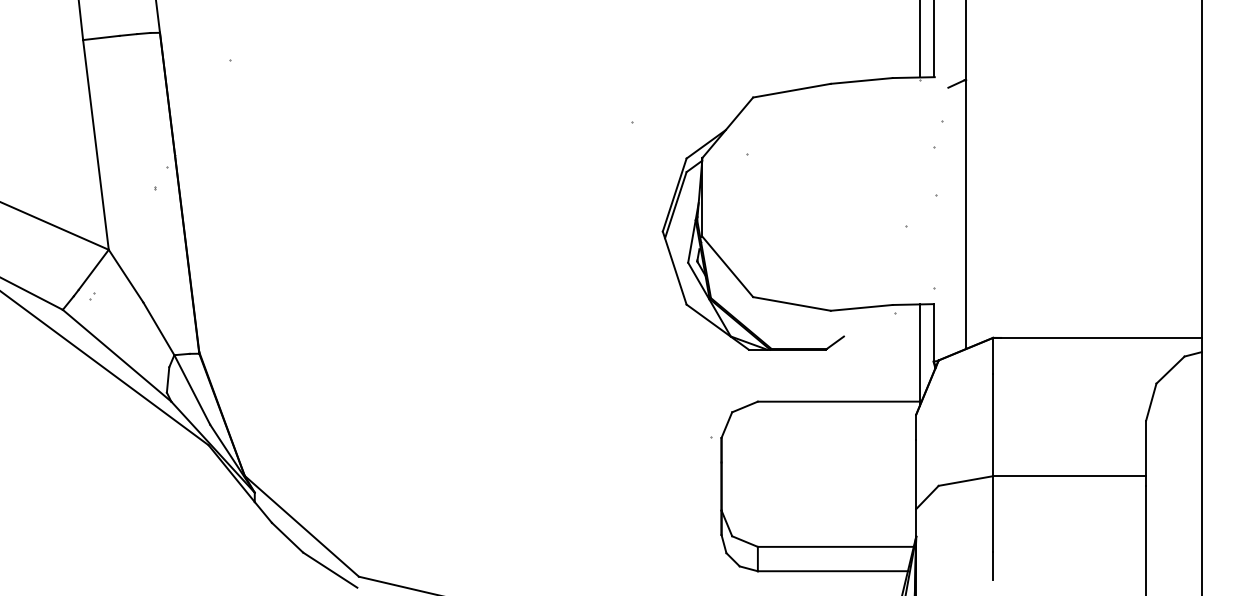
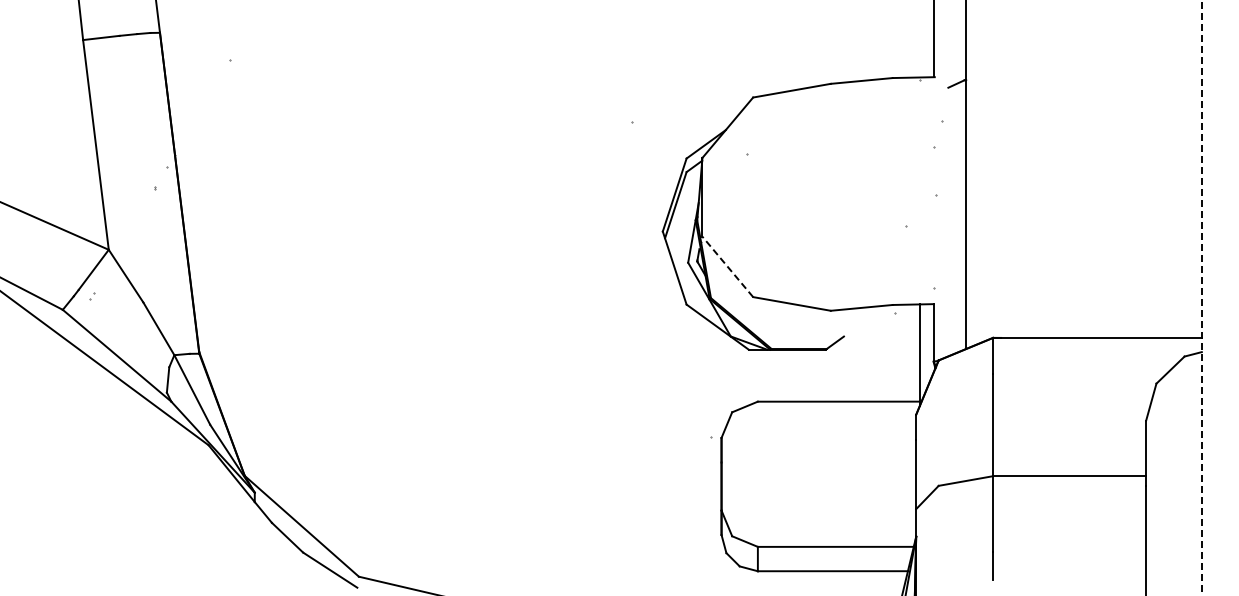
line at (919, 39): present -> none
line at (727, 266): solid -> dashed
line at (1201, 298): solid -> dashed
